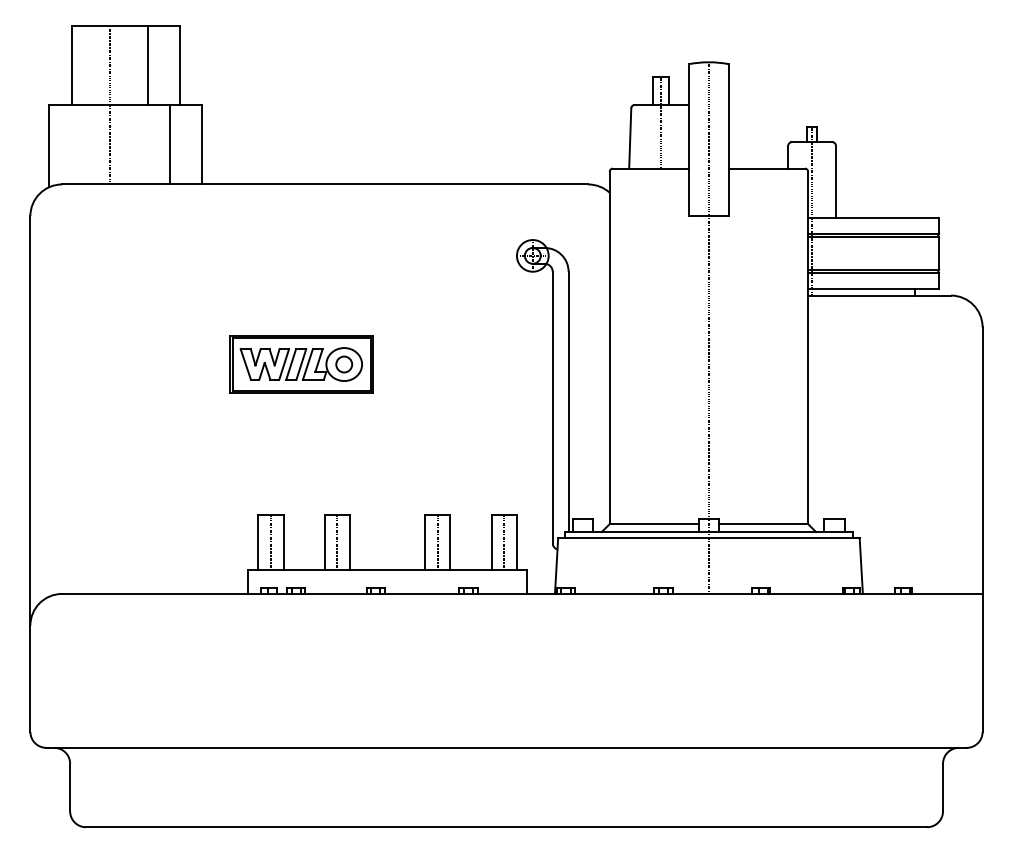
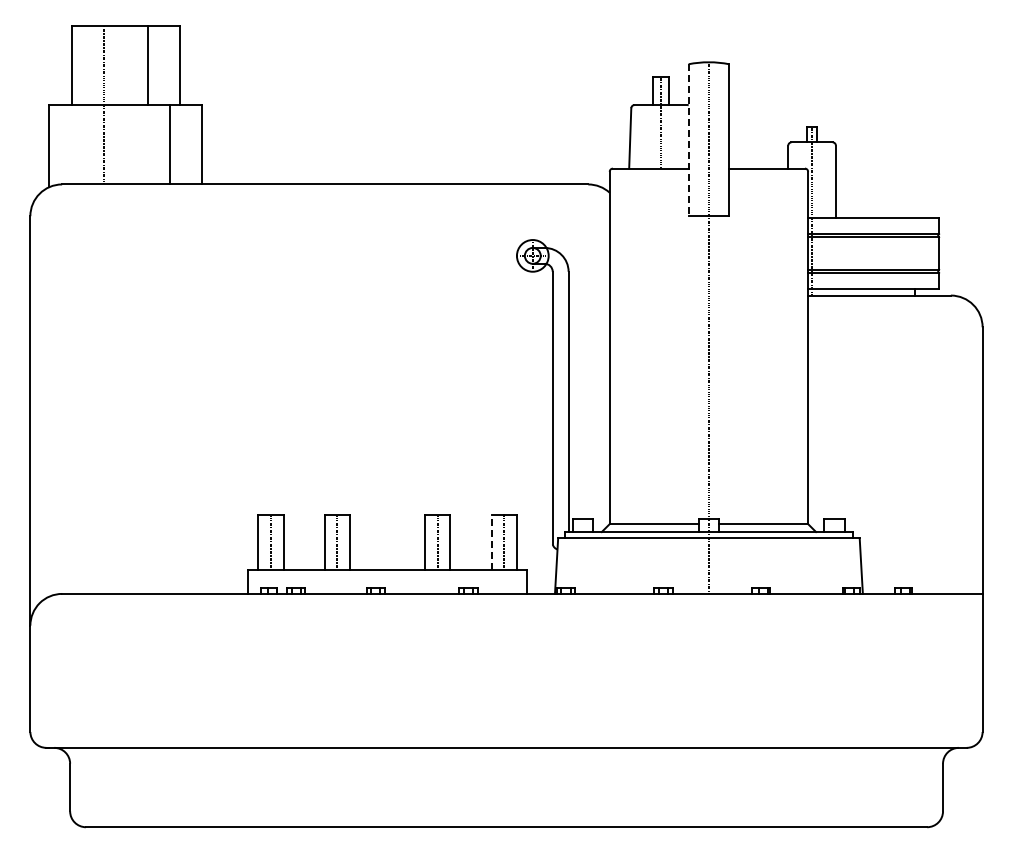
line at (109, 104) position: (109, 104) -> (103, 104)
line at (688, 140): solid -> dashed
part at (301, 364): present -> none
line at (491, 542): solid -> dashed
